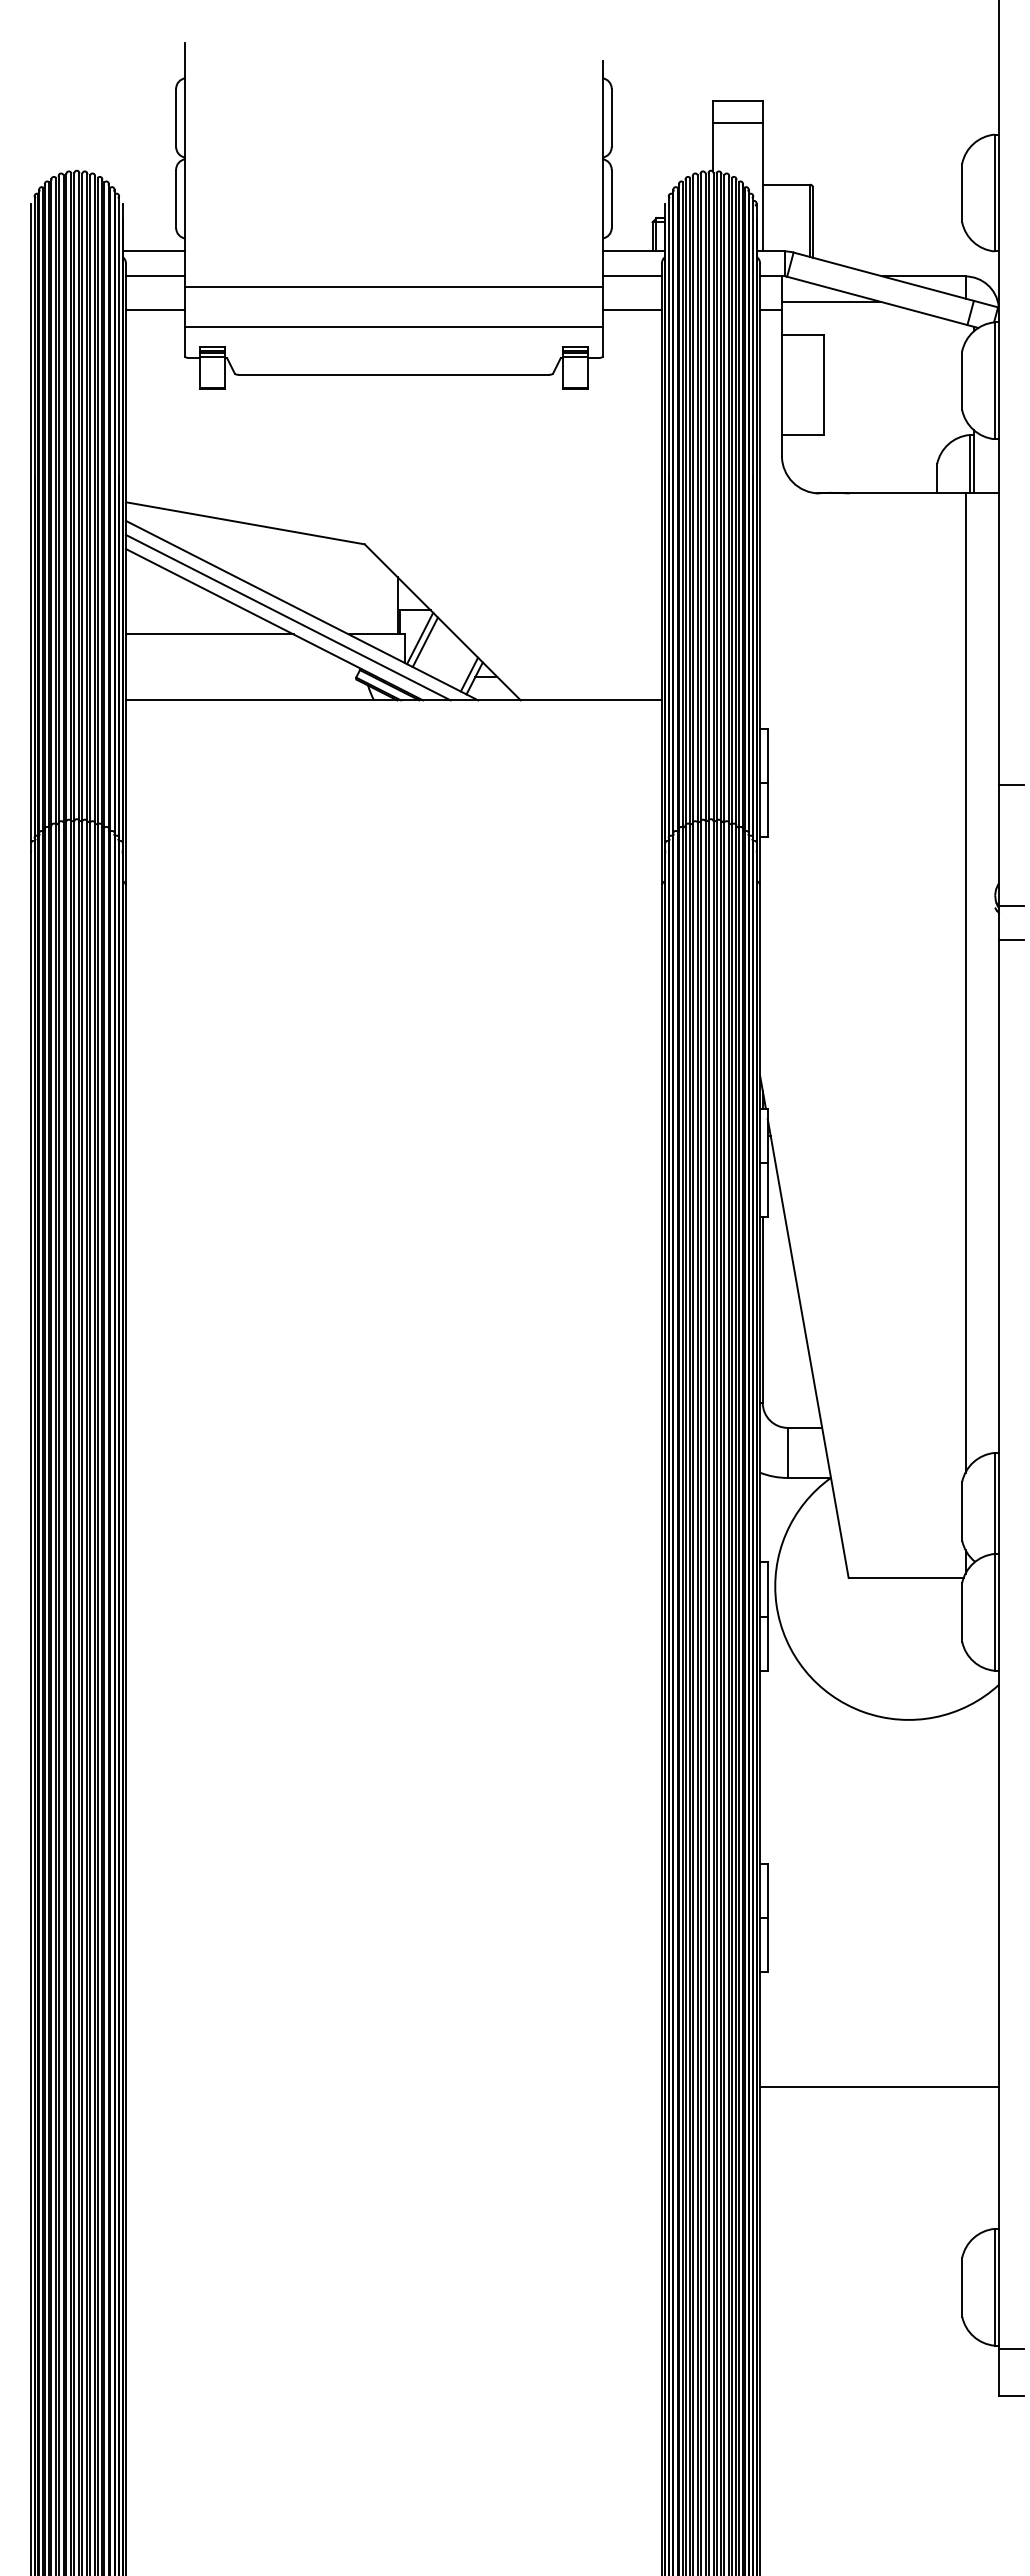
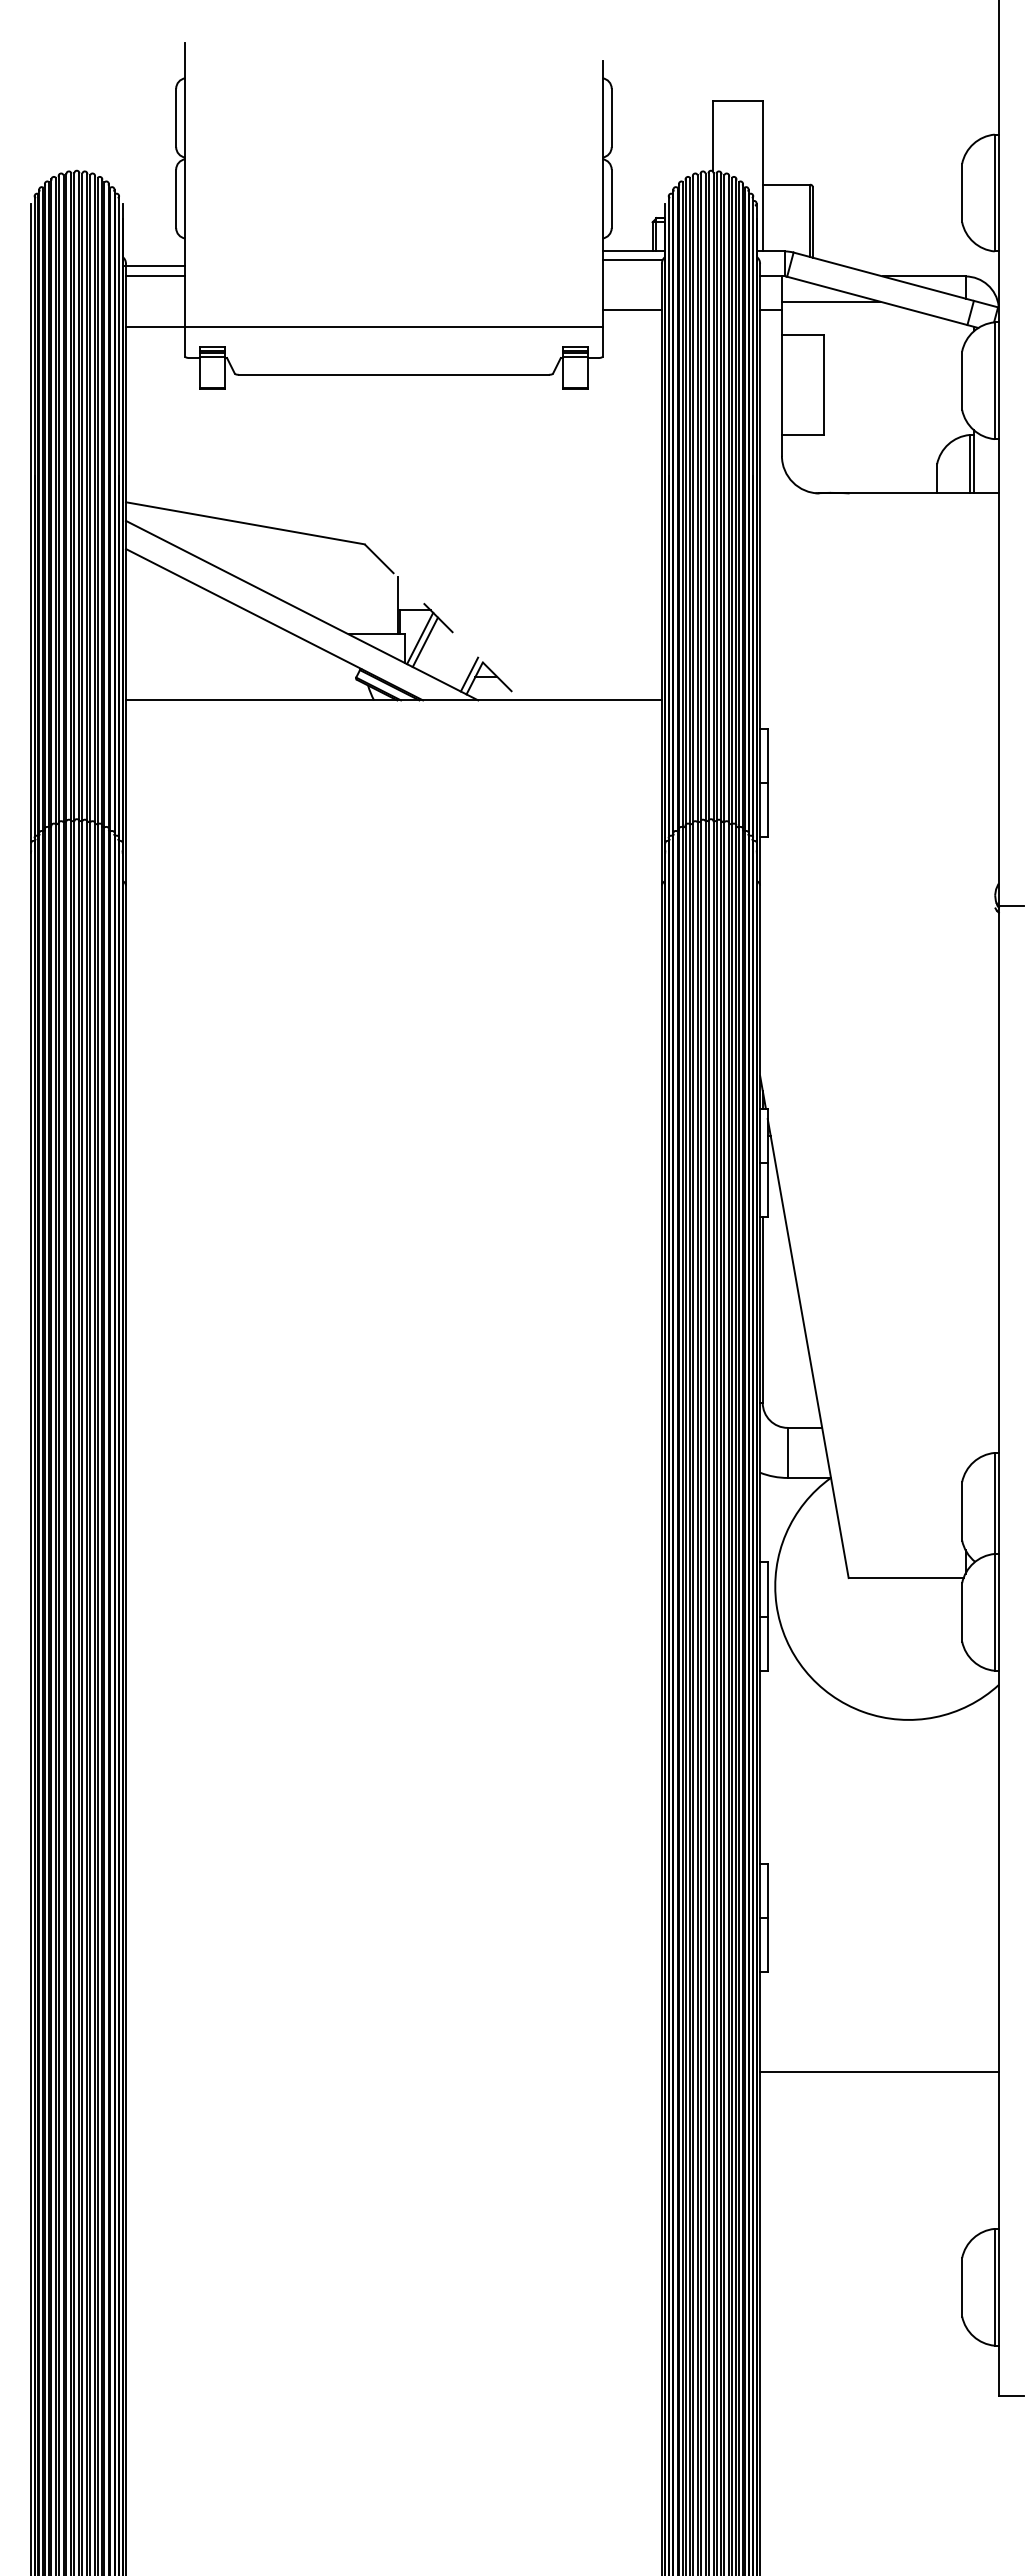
line at (737, 122): present -> none
line at (153, 251) position: (153, 251) -> (153, 266)
line at (631, 276) position: (631, 276) -> (631, 260)
line at (393, 287): present -> none
line at (155, 309) position: (155, 309) -> (155, 326)
line at (287, 617): present -> none
line at (443, 622): solid -> dashed
line at (209, 634): present -> none
line at (1010, 785): present -> none
line at (1010, 939): present -> none
line at (965, 982): present -> none
line at (879, 2087) position: (879, 2087) -> (879, 2072)
line at (1010, 2349): present -> none
